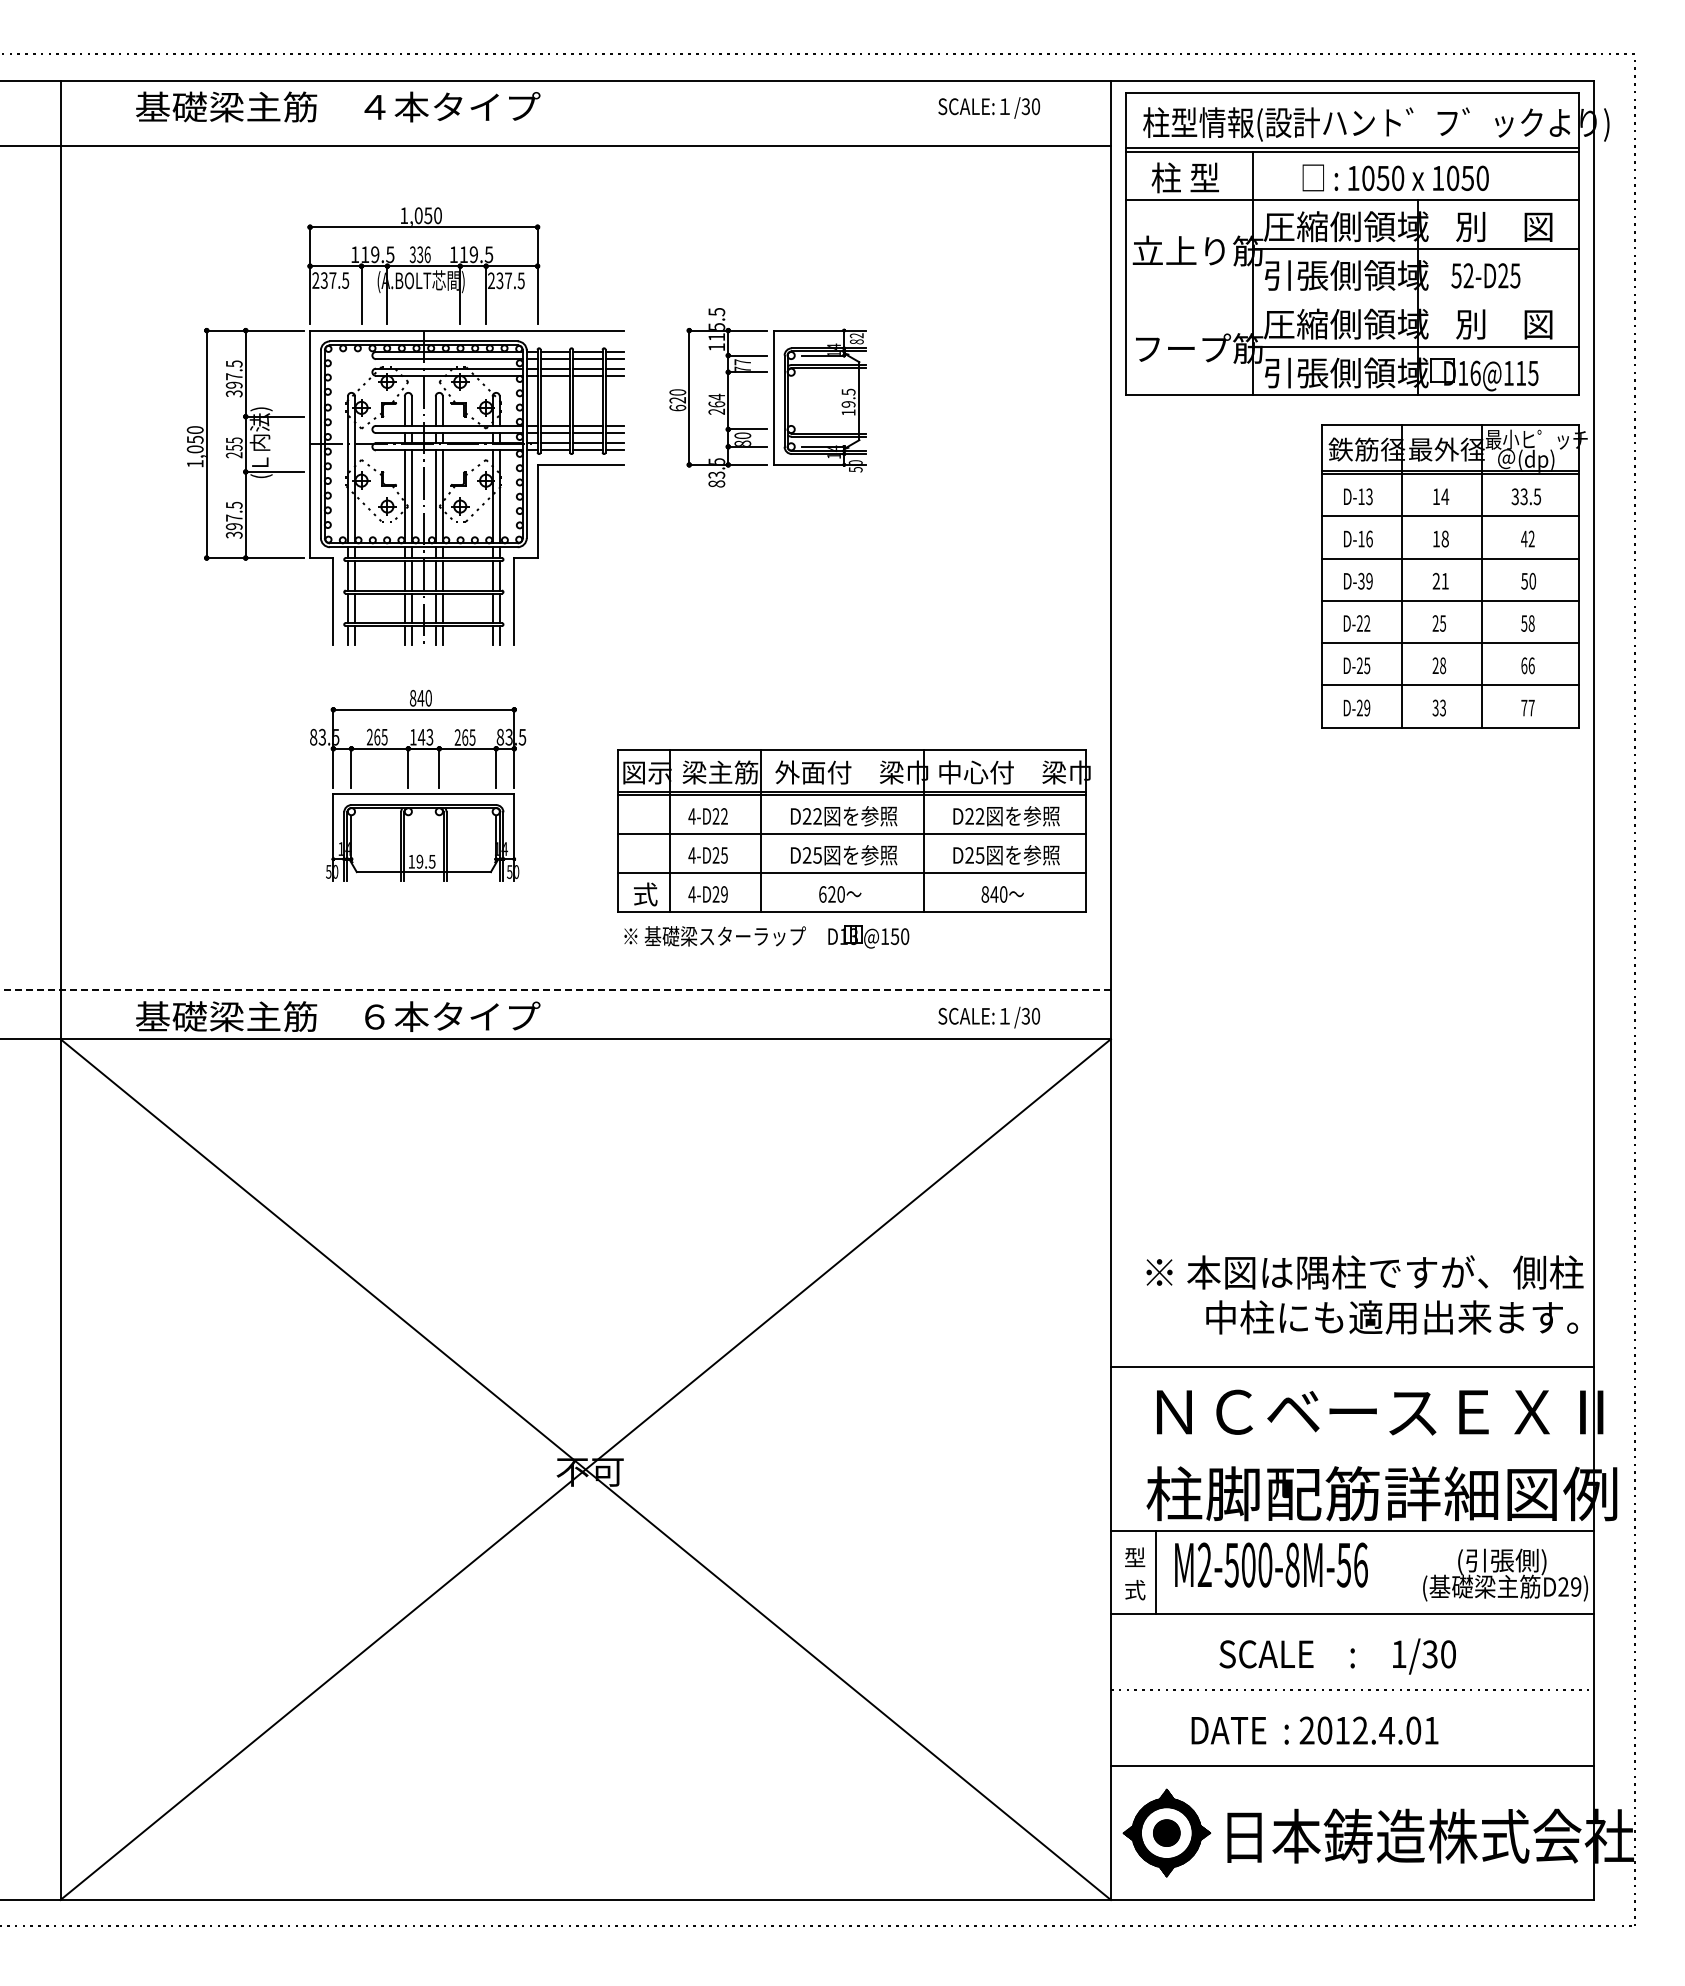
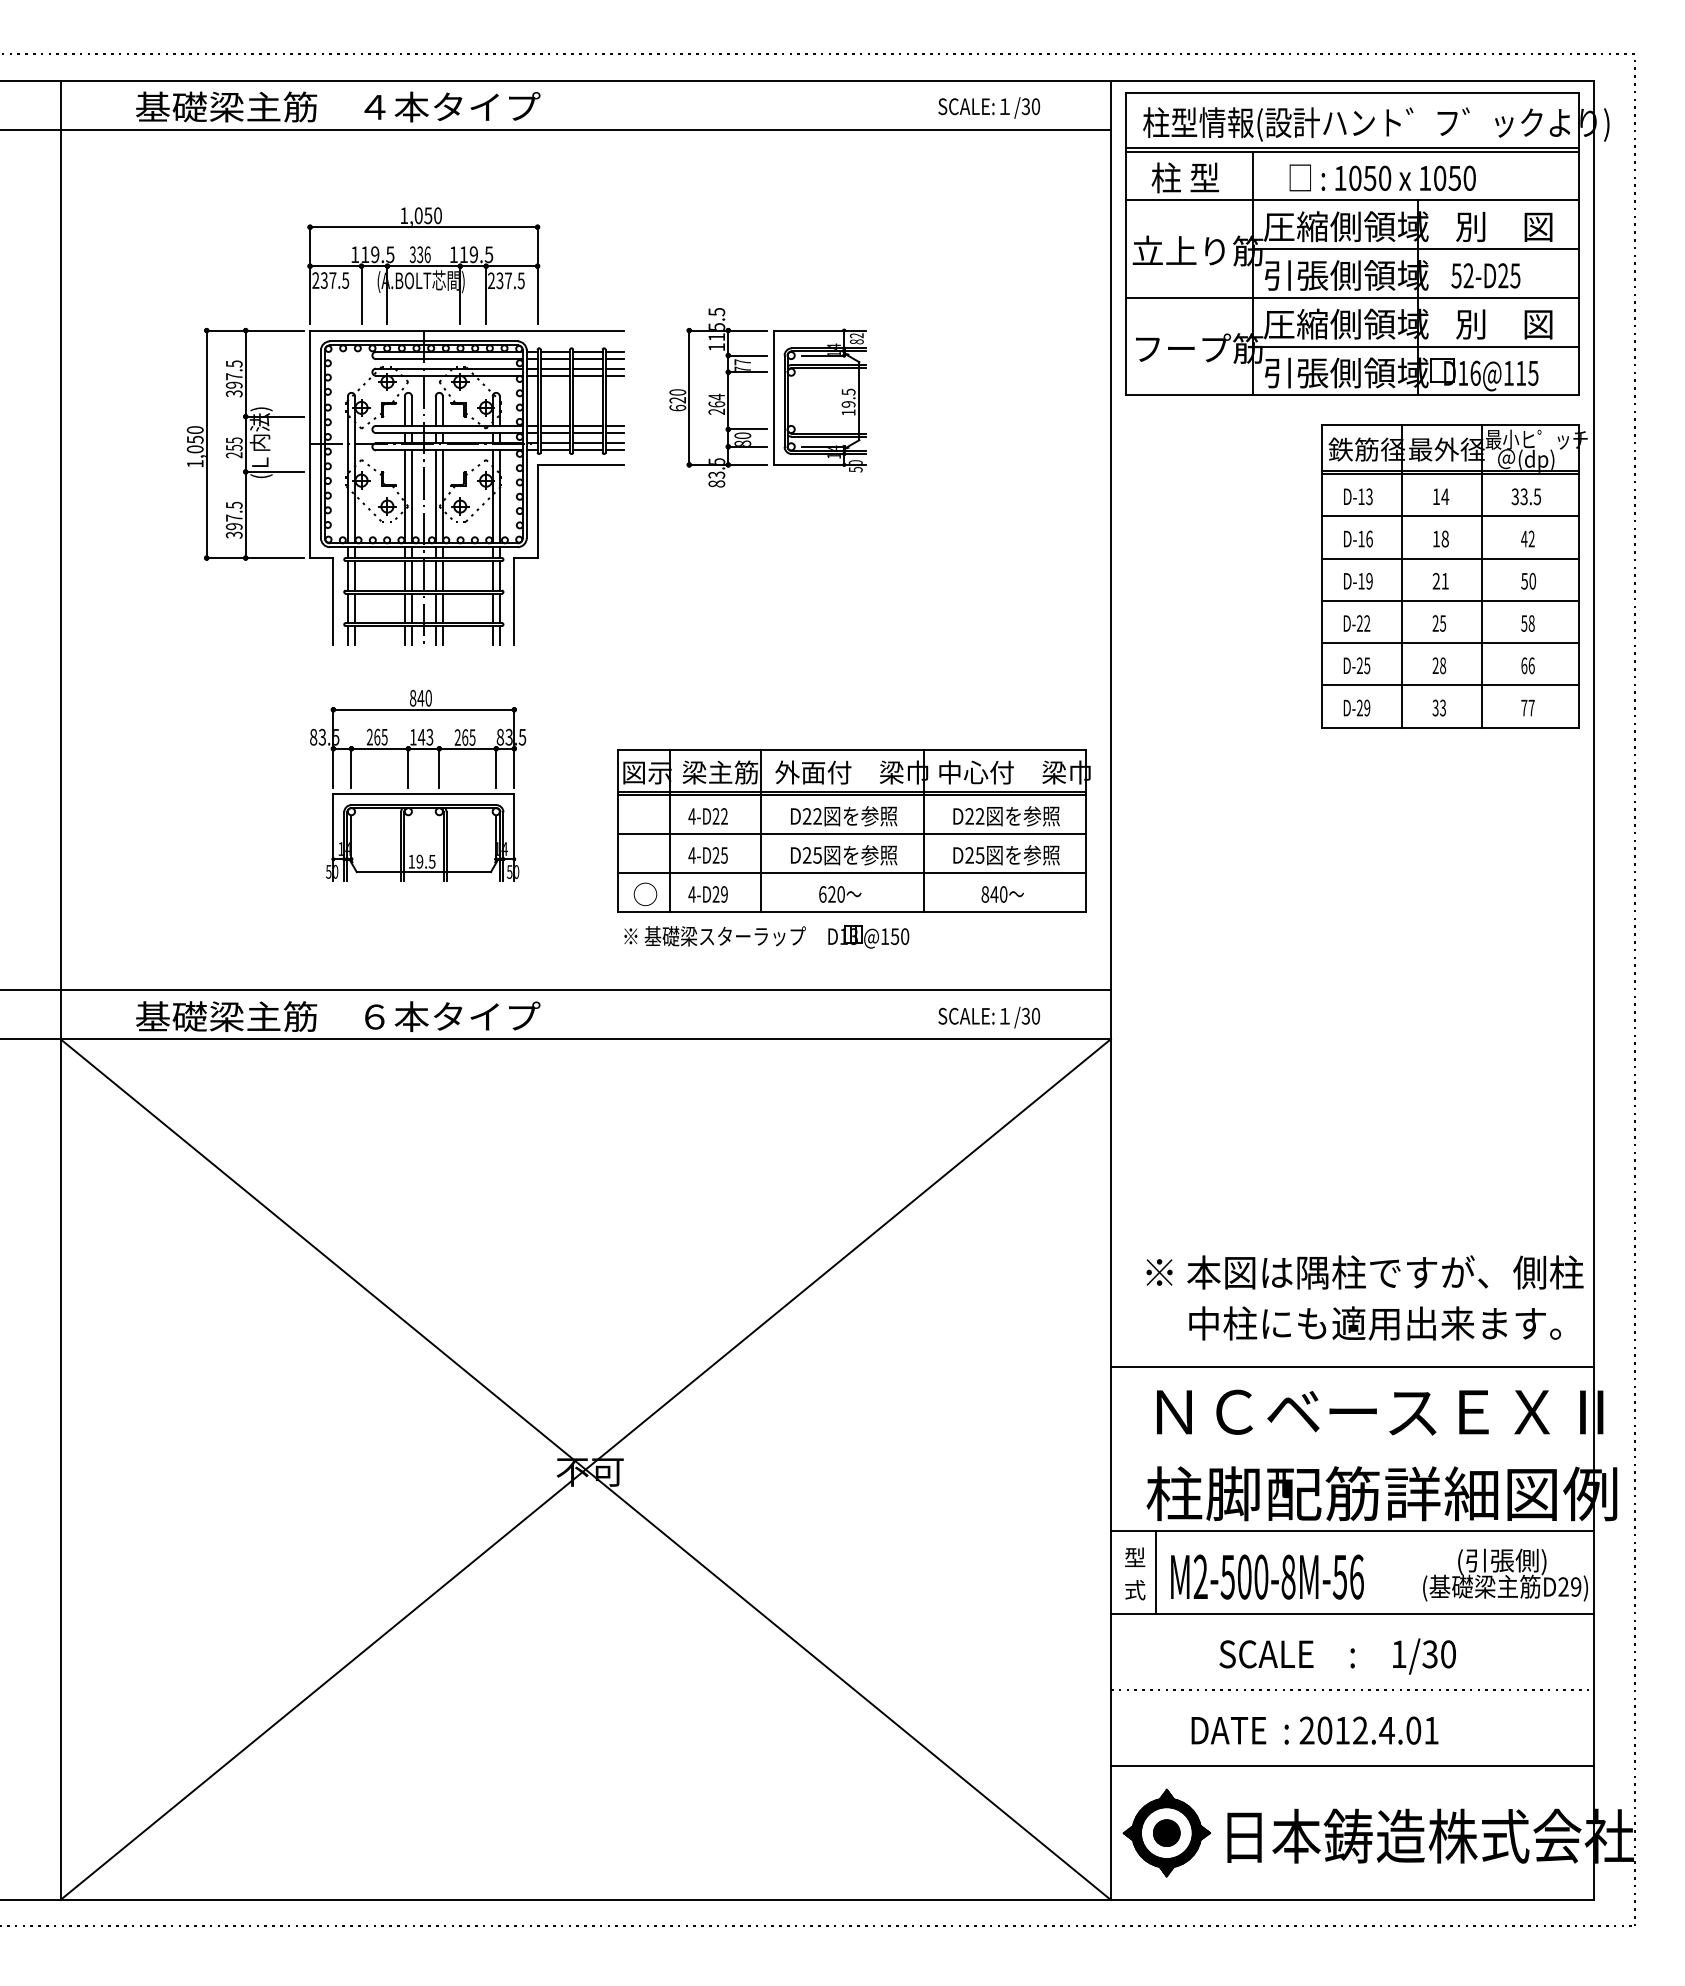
line at (556, 145) position: (556, 145) -> (556, 129)
text at (1395, 177) position: (1395, 177) -> (1382, 177)
line at (1352, 297): none -> present
text at (1361, 580): D-39 -> D-19
text at (645, 894): 式 -> ○
line at (555, 990): dashed -> solid
text at (1392, 1317) position: (1392, 1317) -> (1375, 1323)
text at (1271, 1564) position: (1271, 1564) -> (1267, 1576)
